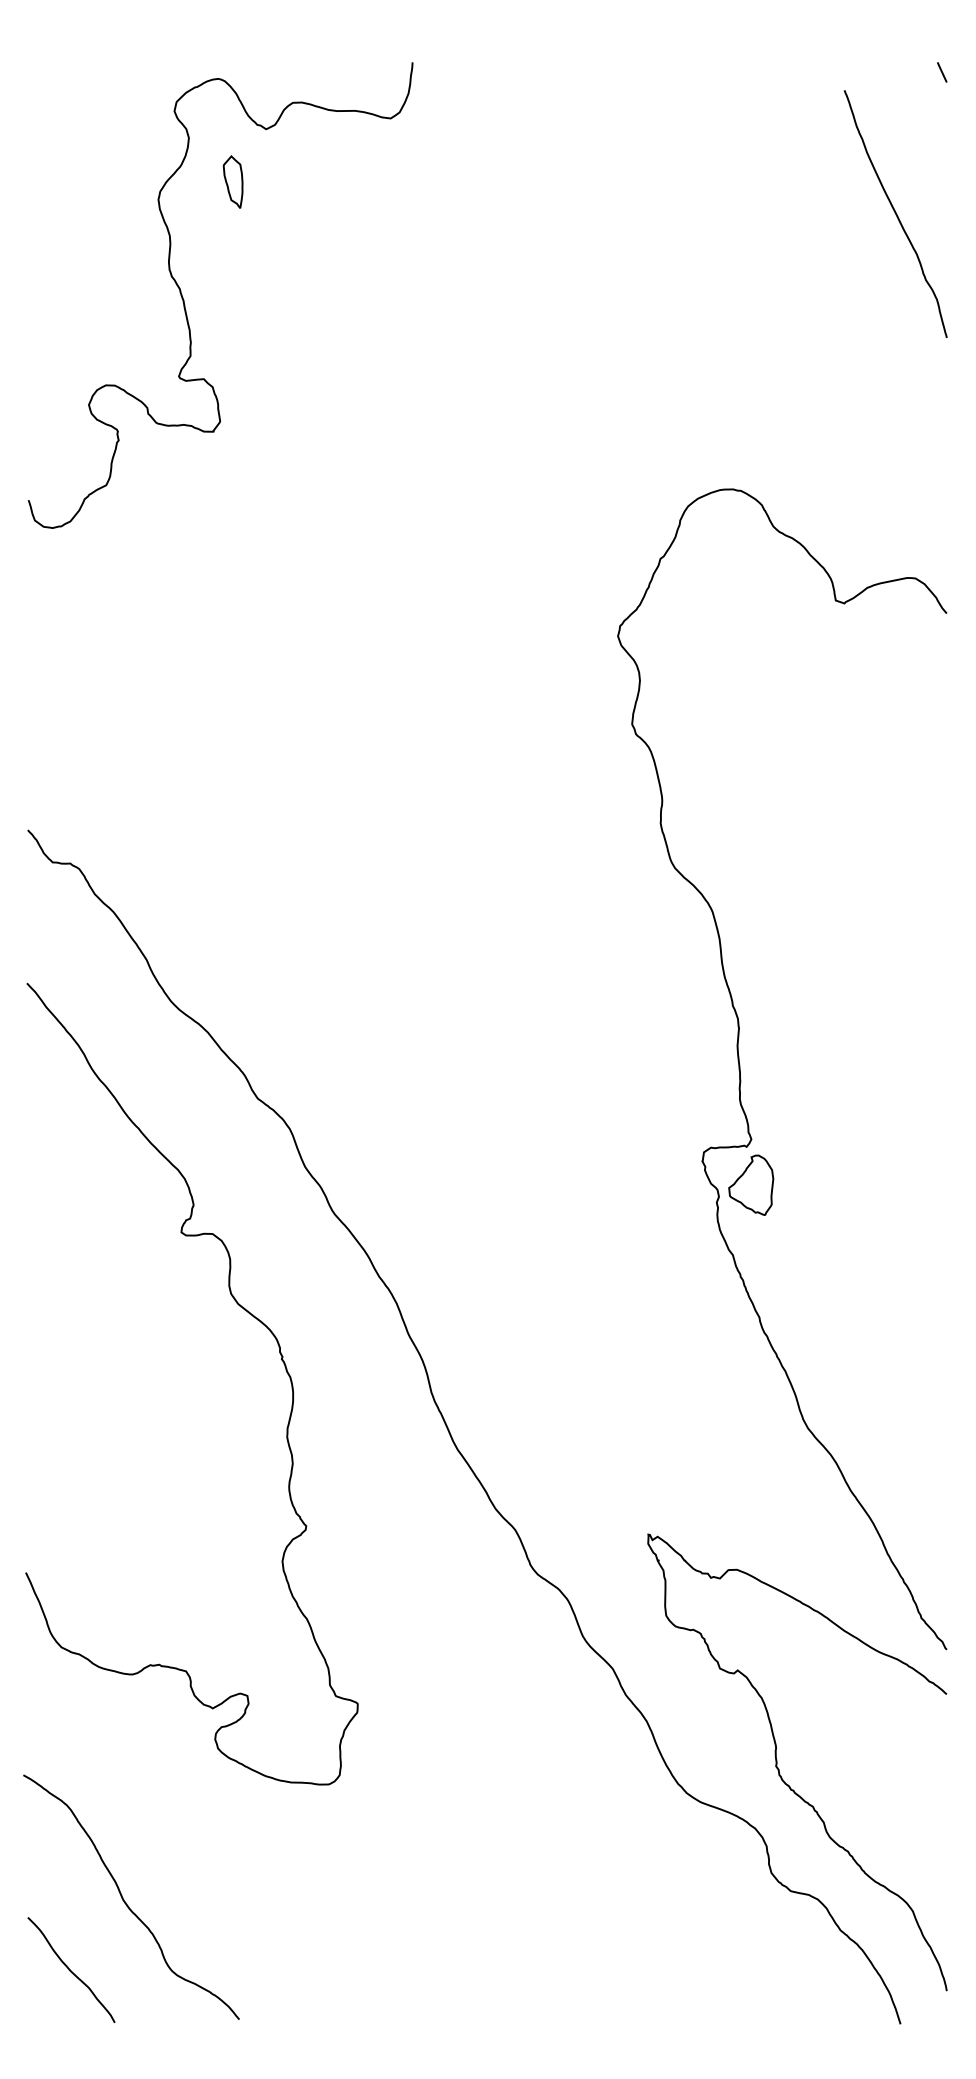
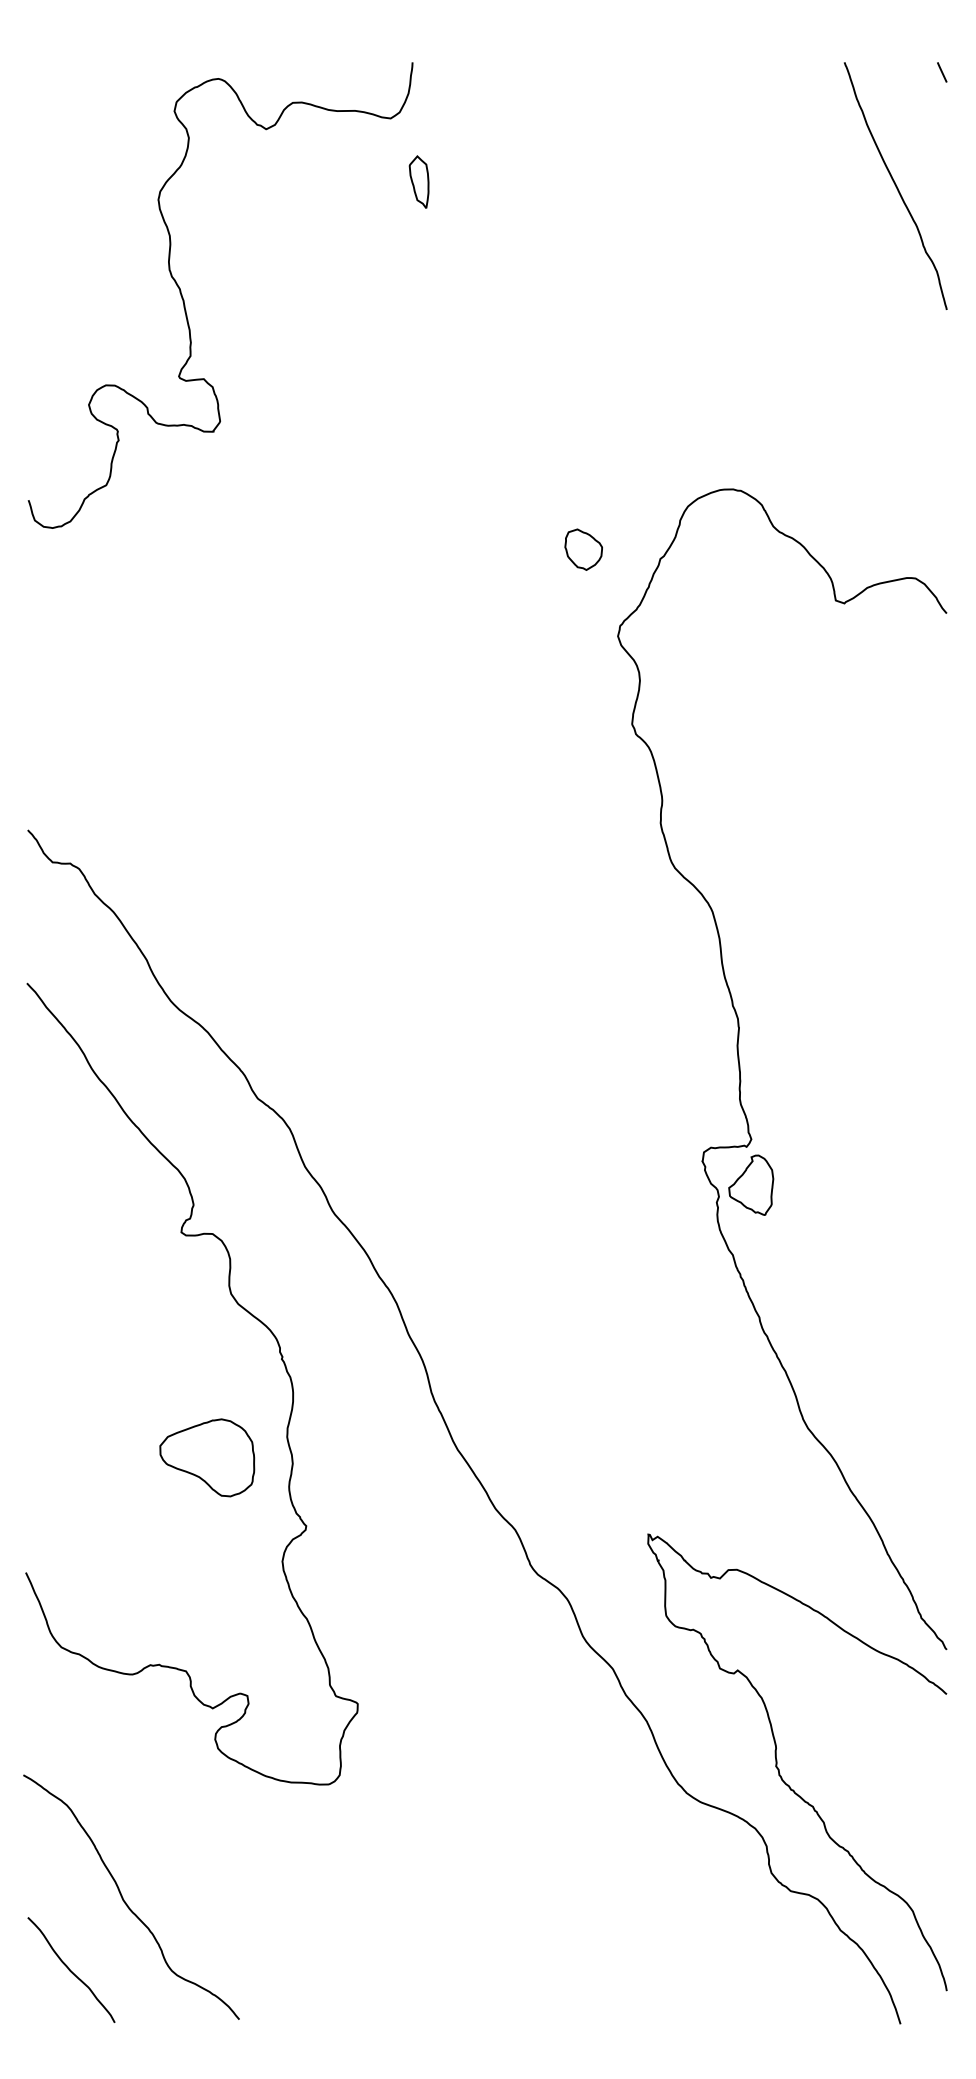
part at (232, 181) position: (232, 181) -> (418, 181)
curve at (895, 213) position: (895, 213) -> (895, 185)
part at (583, 549): none -> present
part at (207, 1457): none -> present
